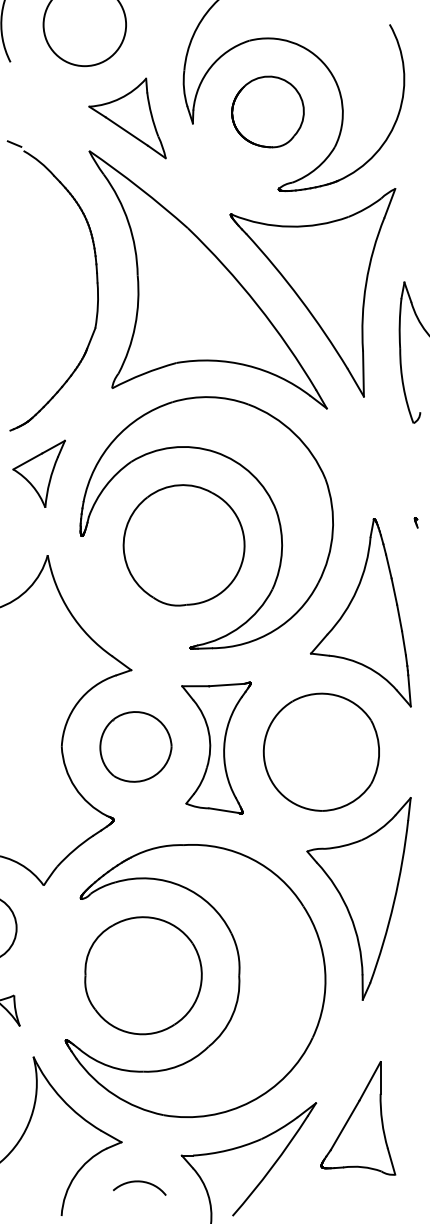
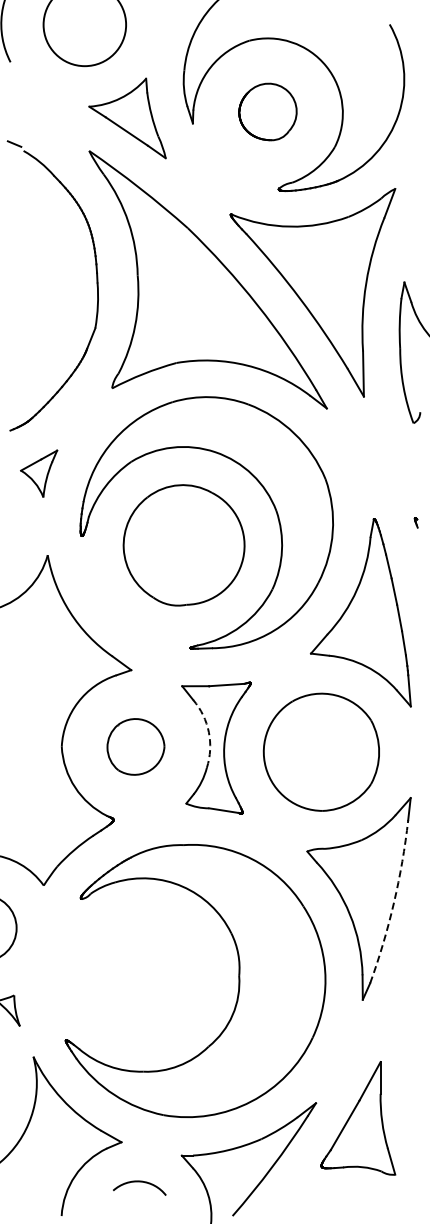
part at (267, 111) size: 74x74 px -> 60x60 px
part at (38, 473) size: 54x69 px -> 39x49 px
arc at (208, 732): solid -> dashed
part at (135, 746) size: 74x72 px -> 60x58 px
arc at (393, 902): solid -> dashed
part at (143, 975): present -> none
